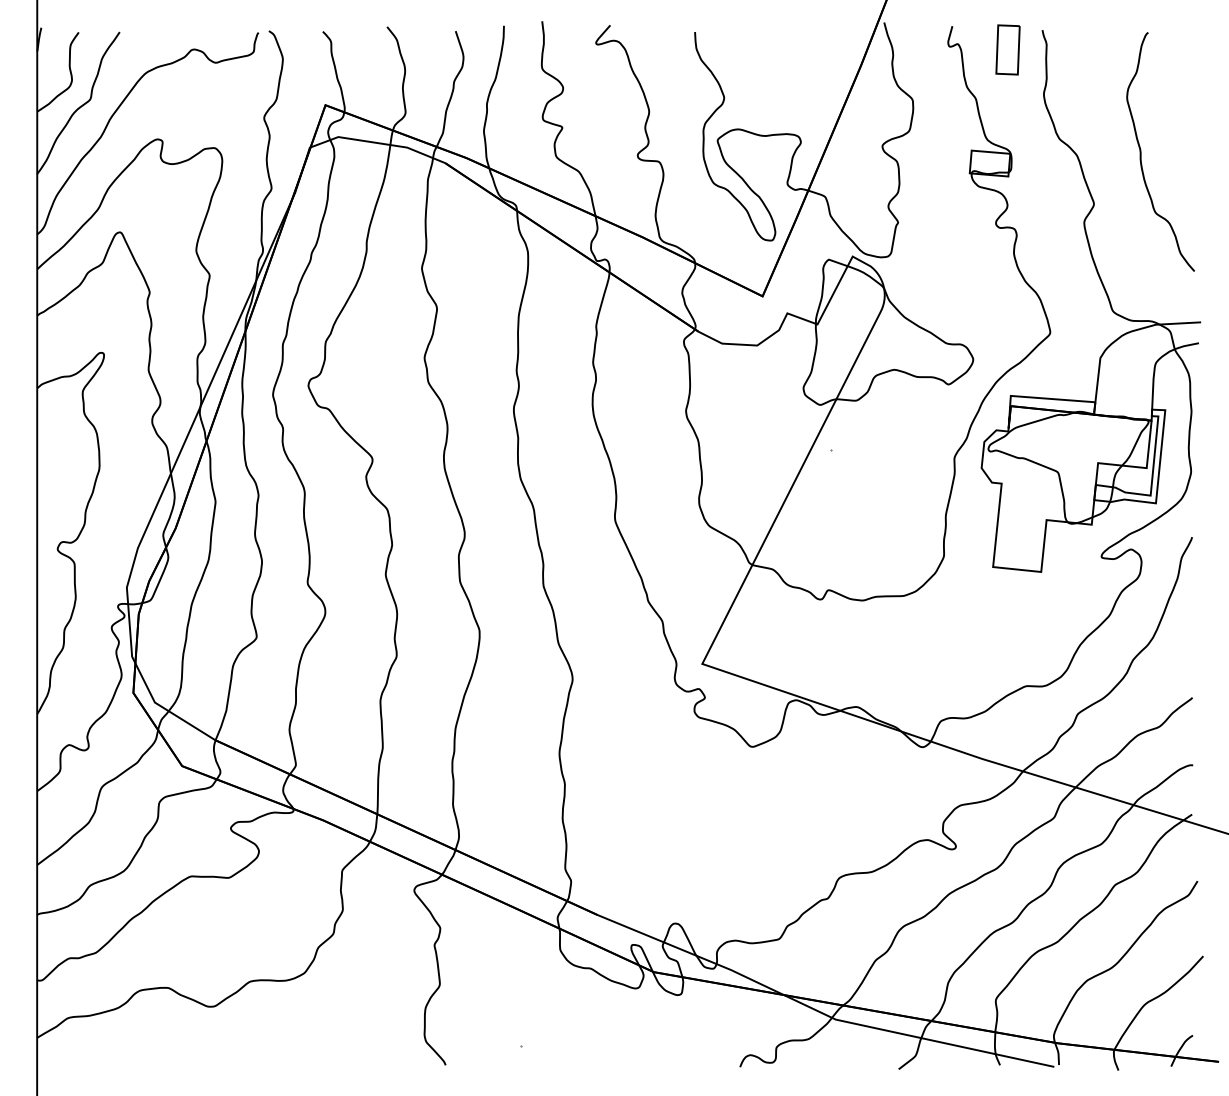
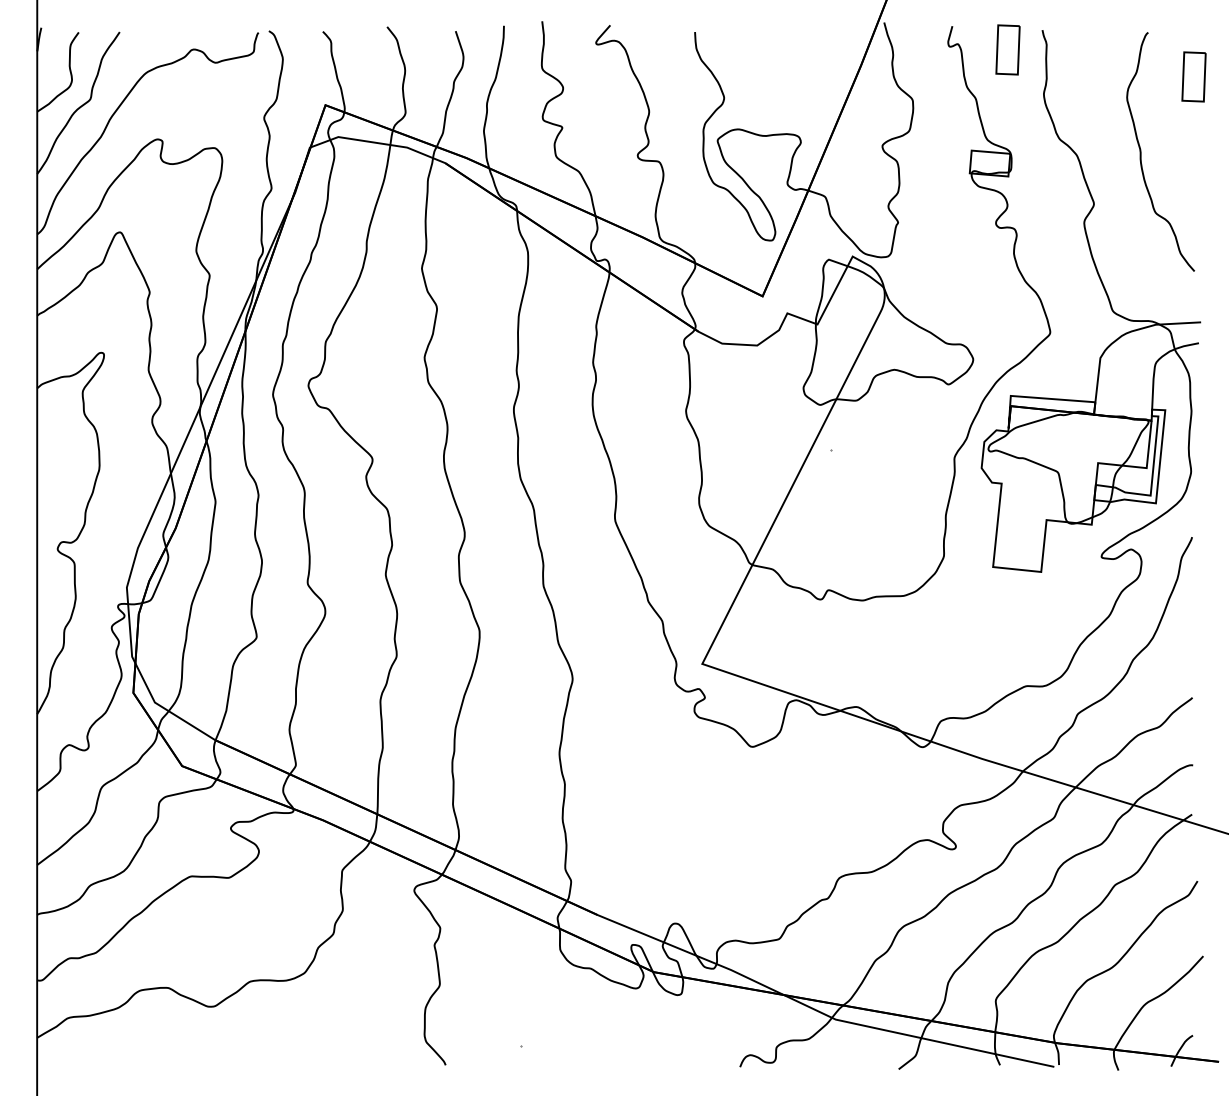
part at (1193, 76): none -> present
